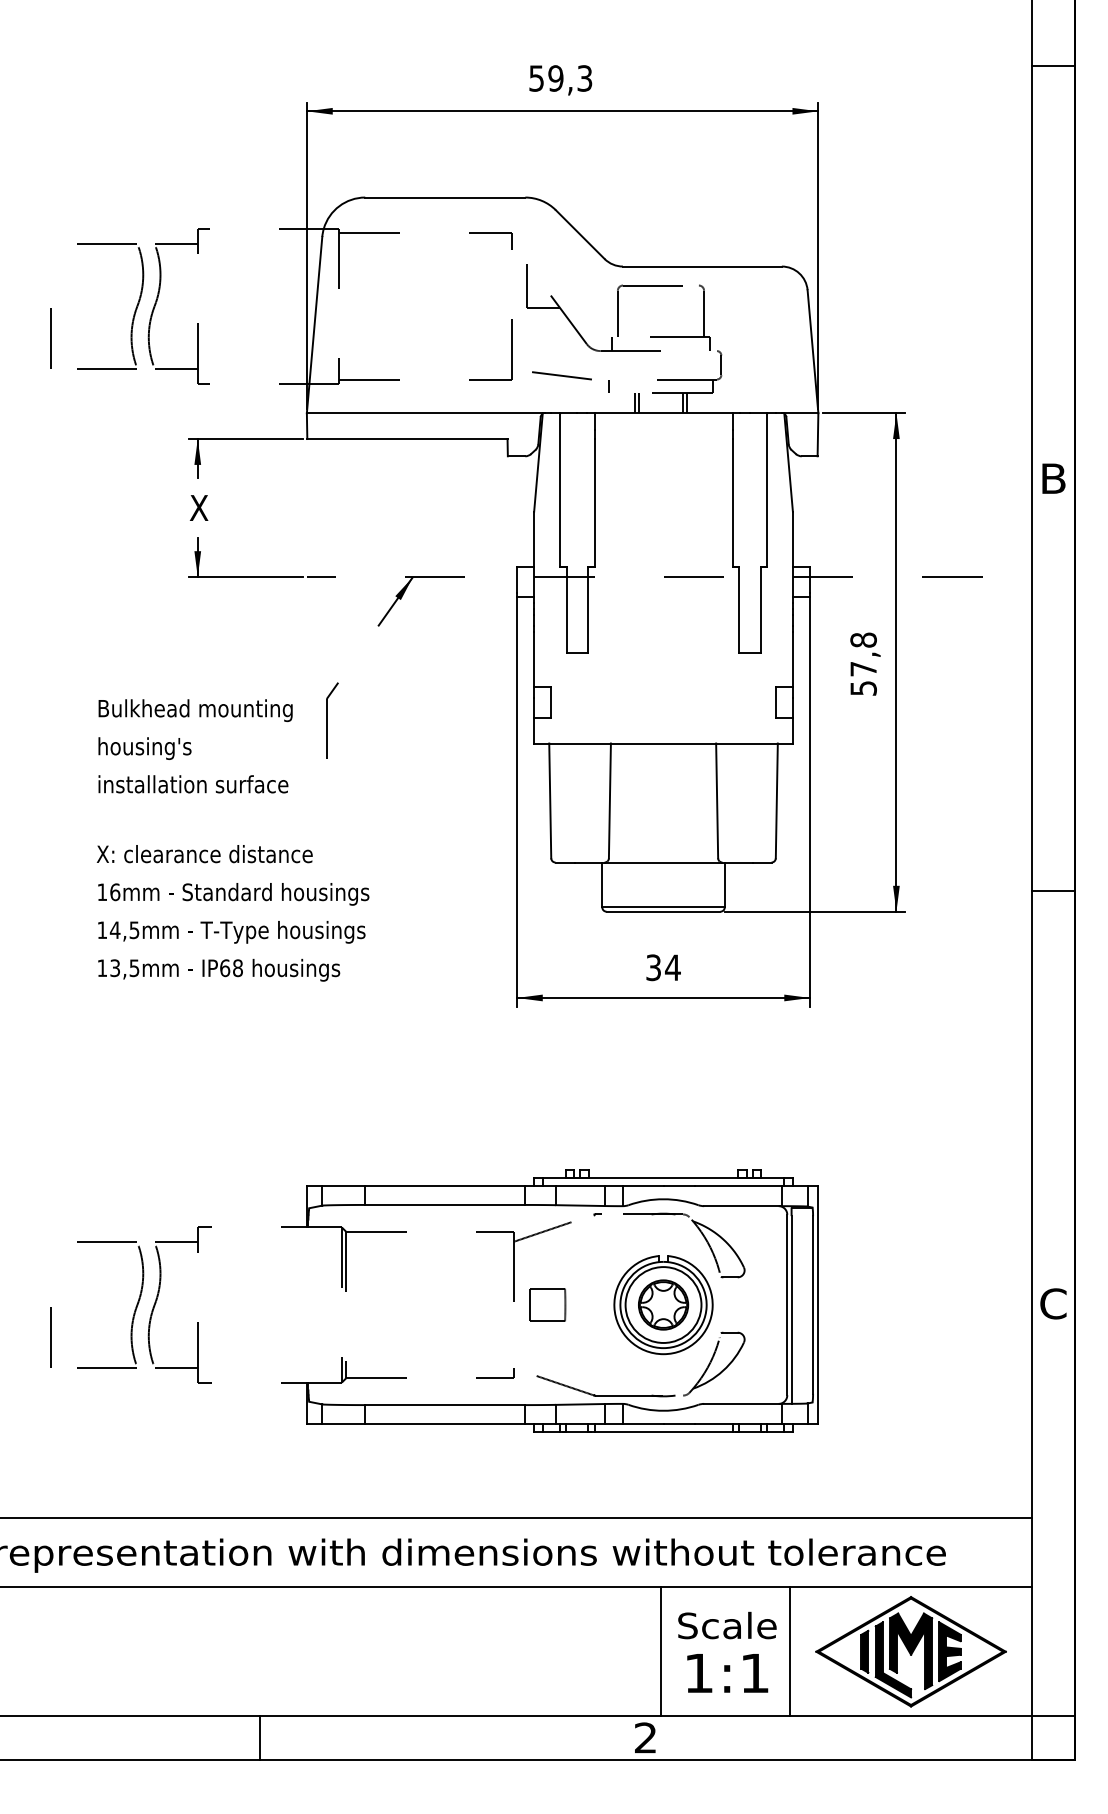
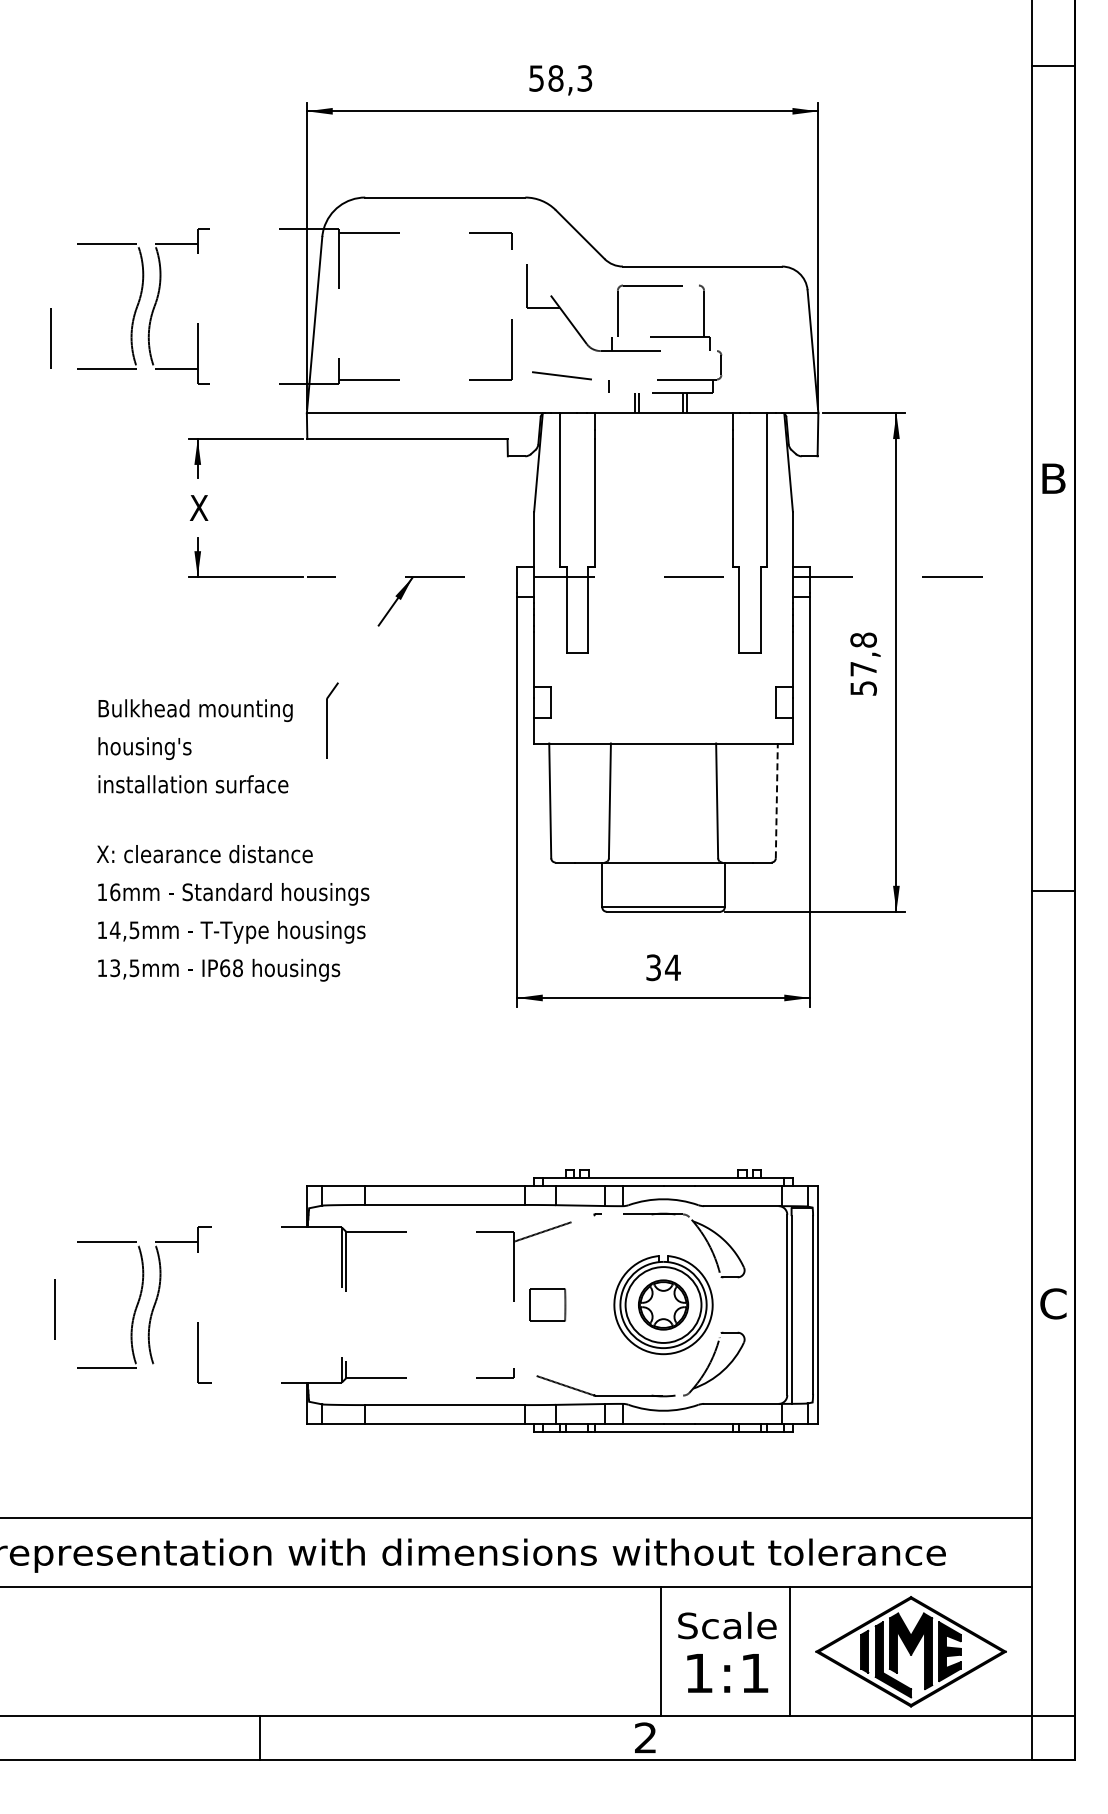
text at (555, 78): 59,3 -> 58,3
line at (776, 800): solid -> dashed
line at (50, 1337) position: (50, 1337) -> (54, 1309)
line at (175, 1367): present -> none
